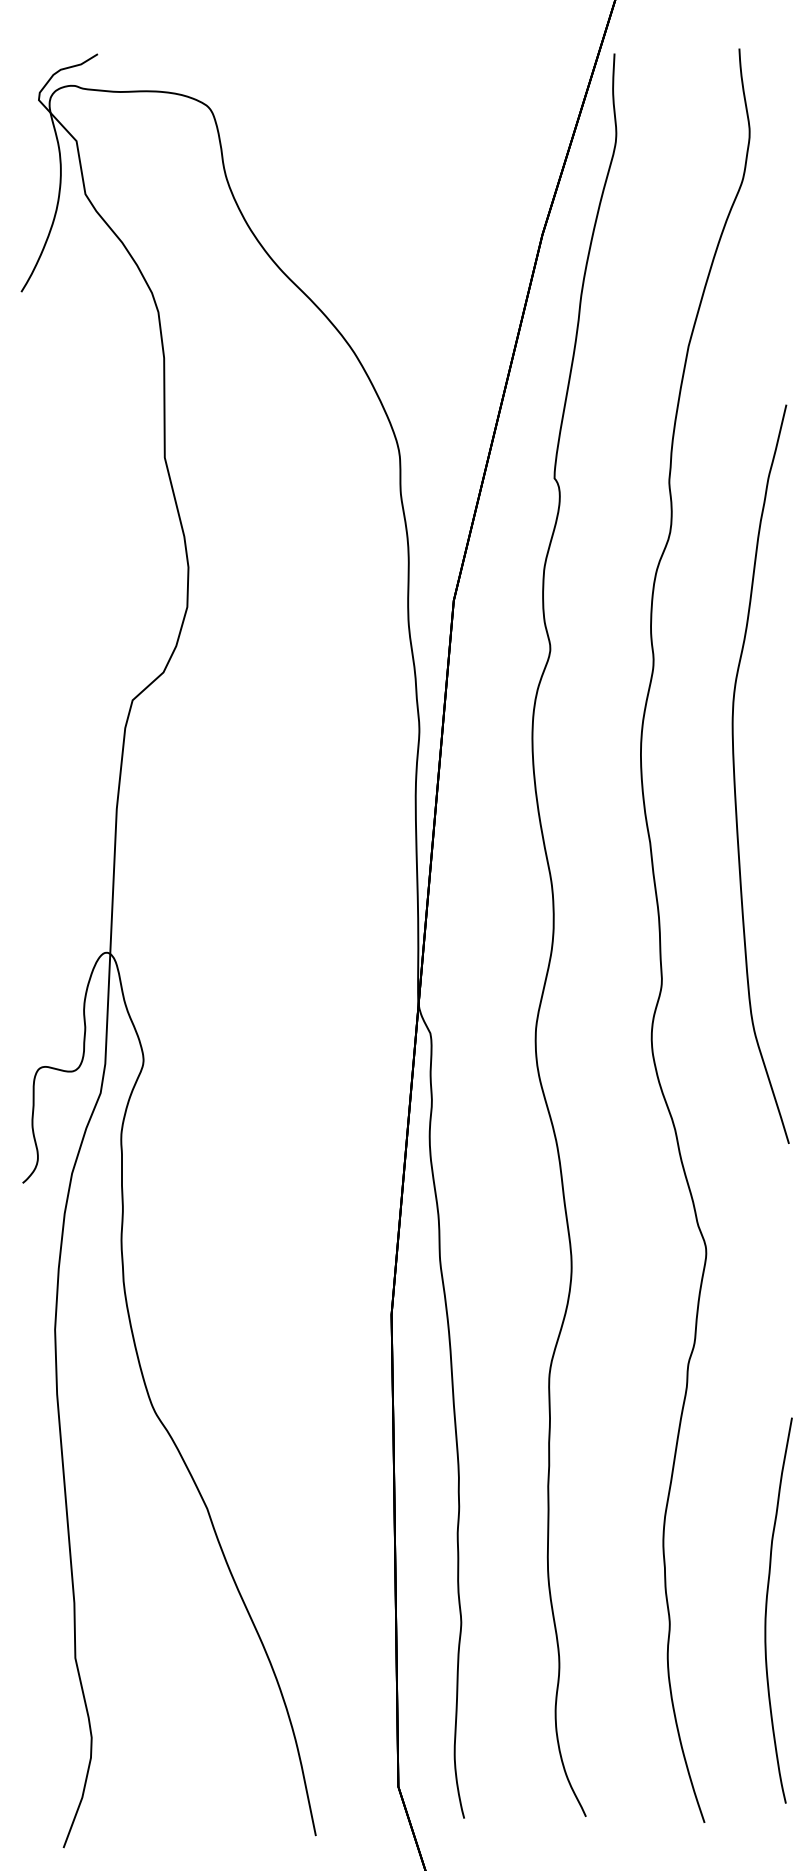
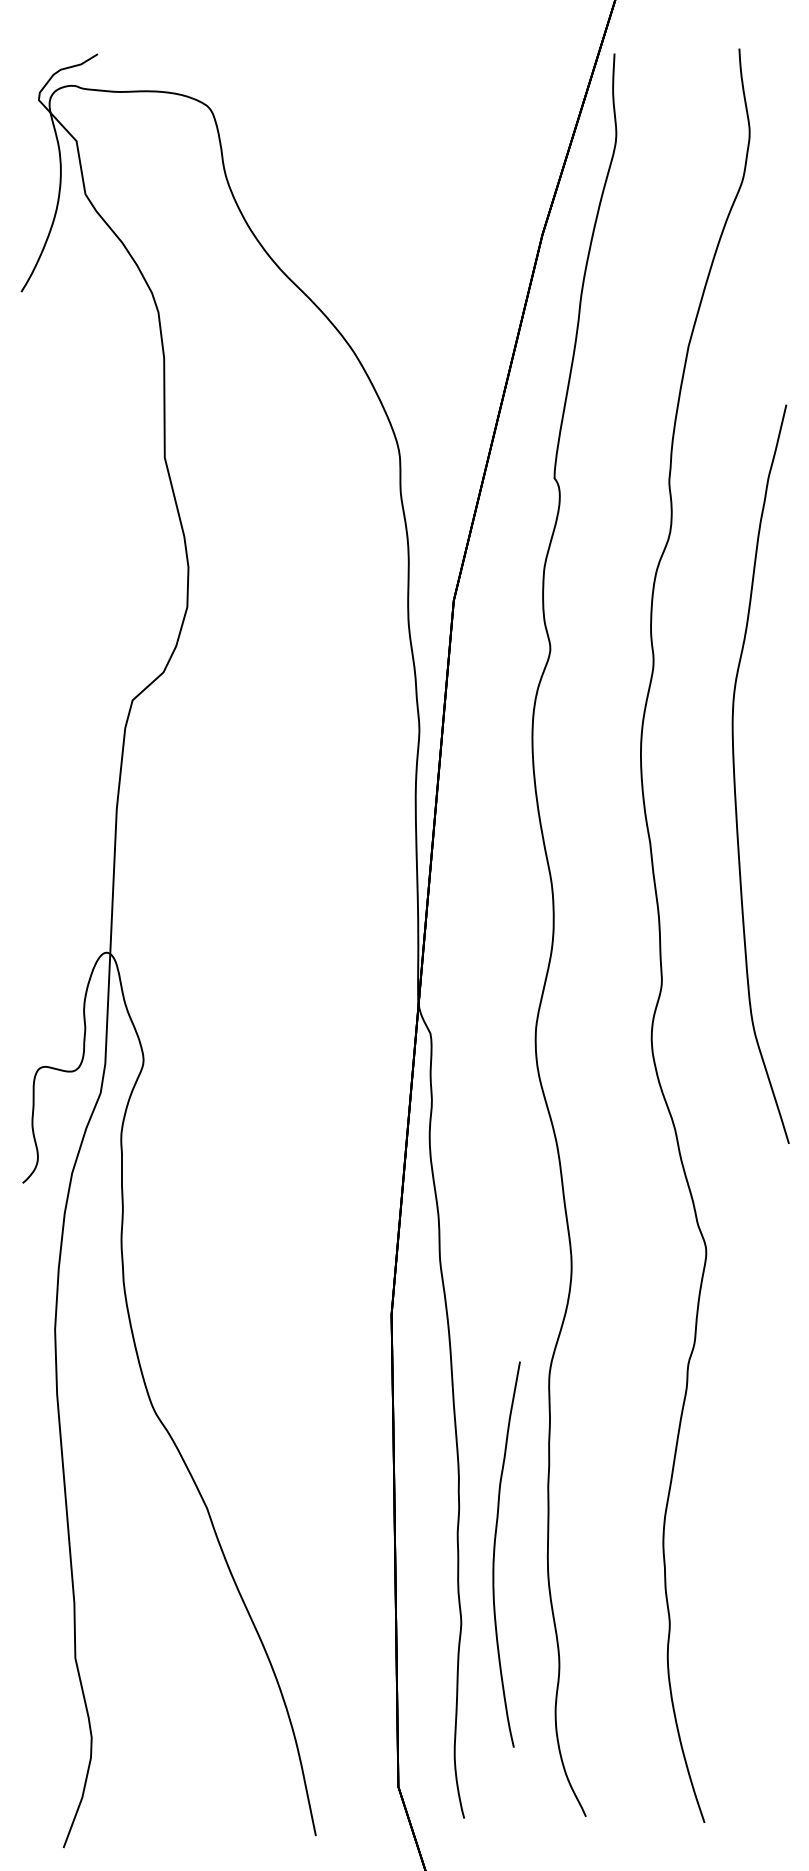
curve at (767, 1607) position: (767, 1607) -> (495, 1551)
